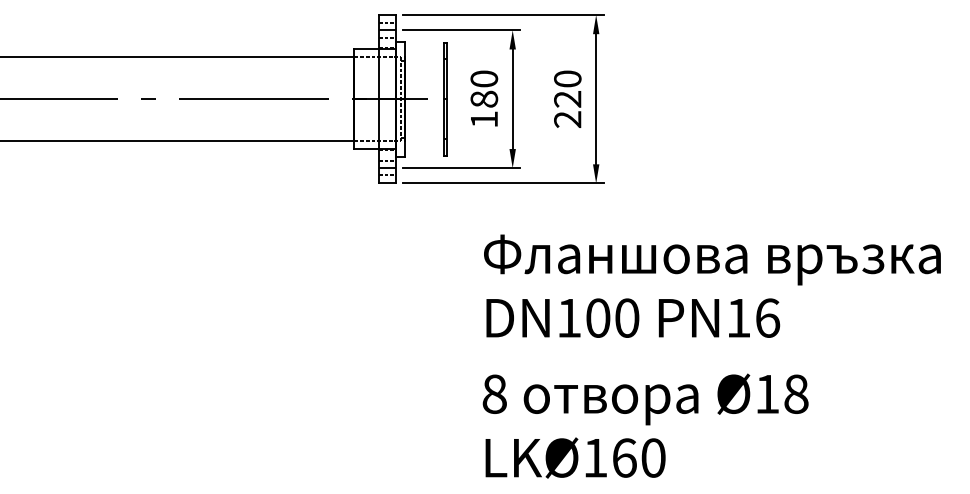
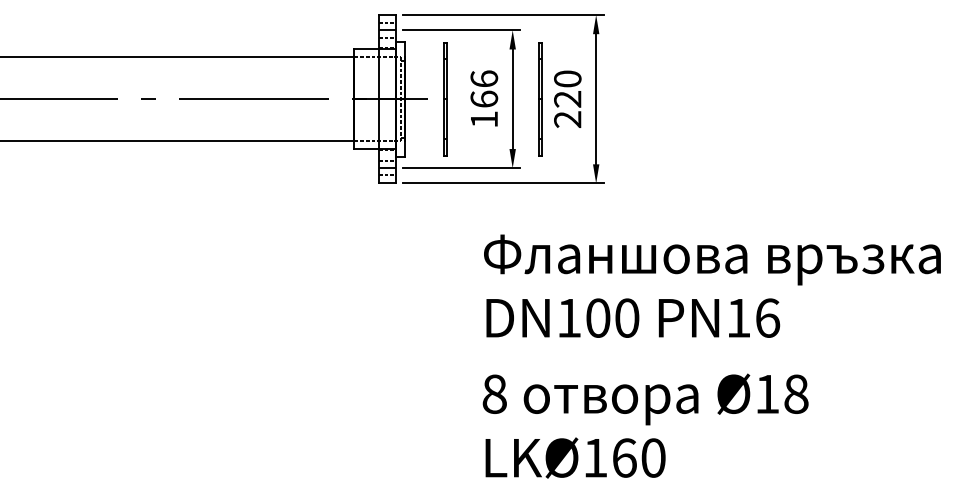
text at (484, 88): 180 -> 166
line at (540, 99): none -> present
